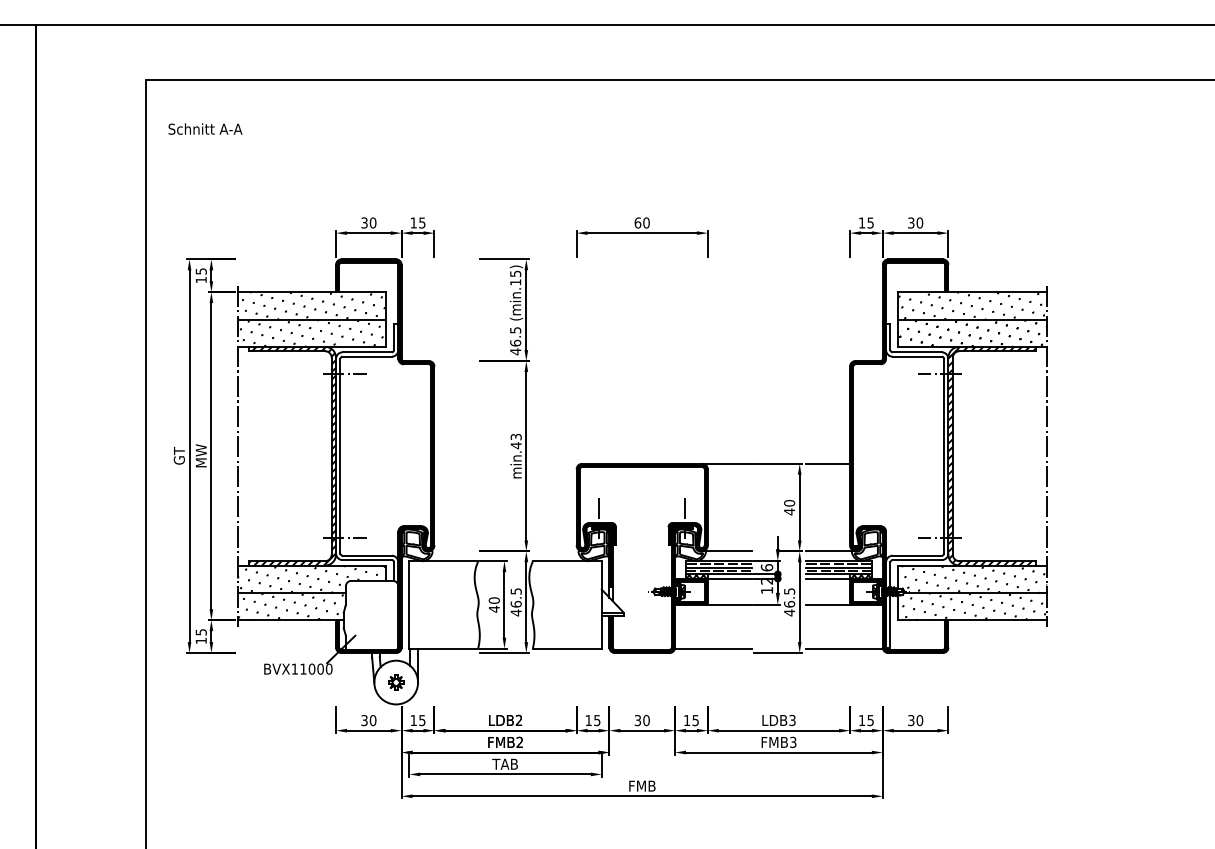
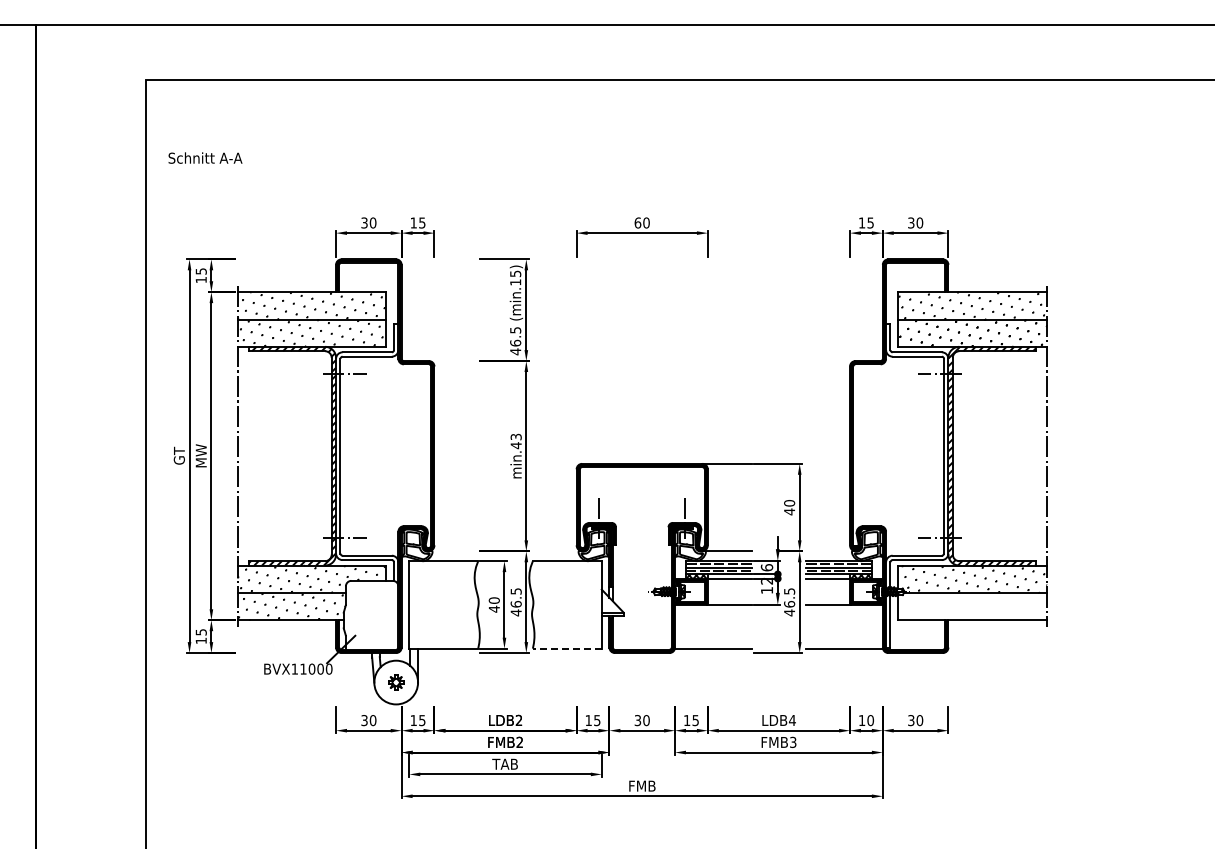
text at (205, 128) position: (205, 128) -> (205, 157)
line at (828, 463): present -> none
line at (830, 551): present -> none
hatch at (972, 606): present -> none
line at (566, 648): solid -> dashed
text at (791, 720): LDB3 -> LDB4
text at (870, 720): 15 -> 10
